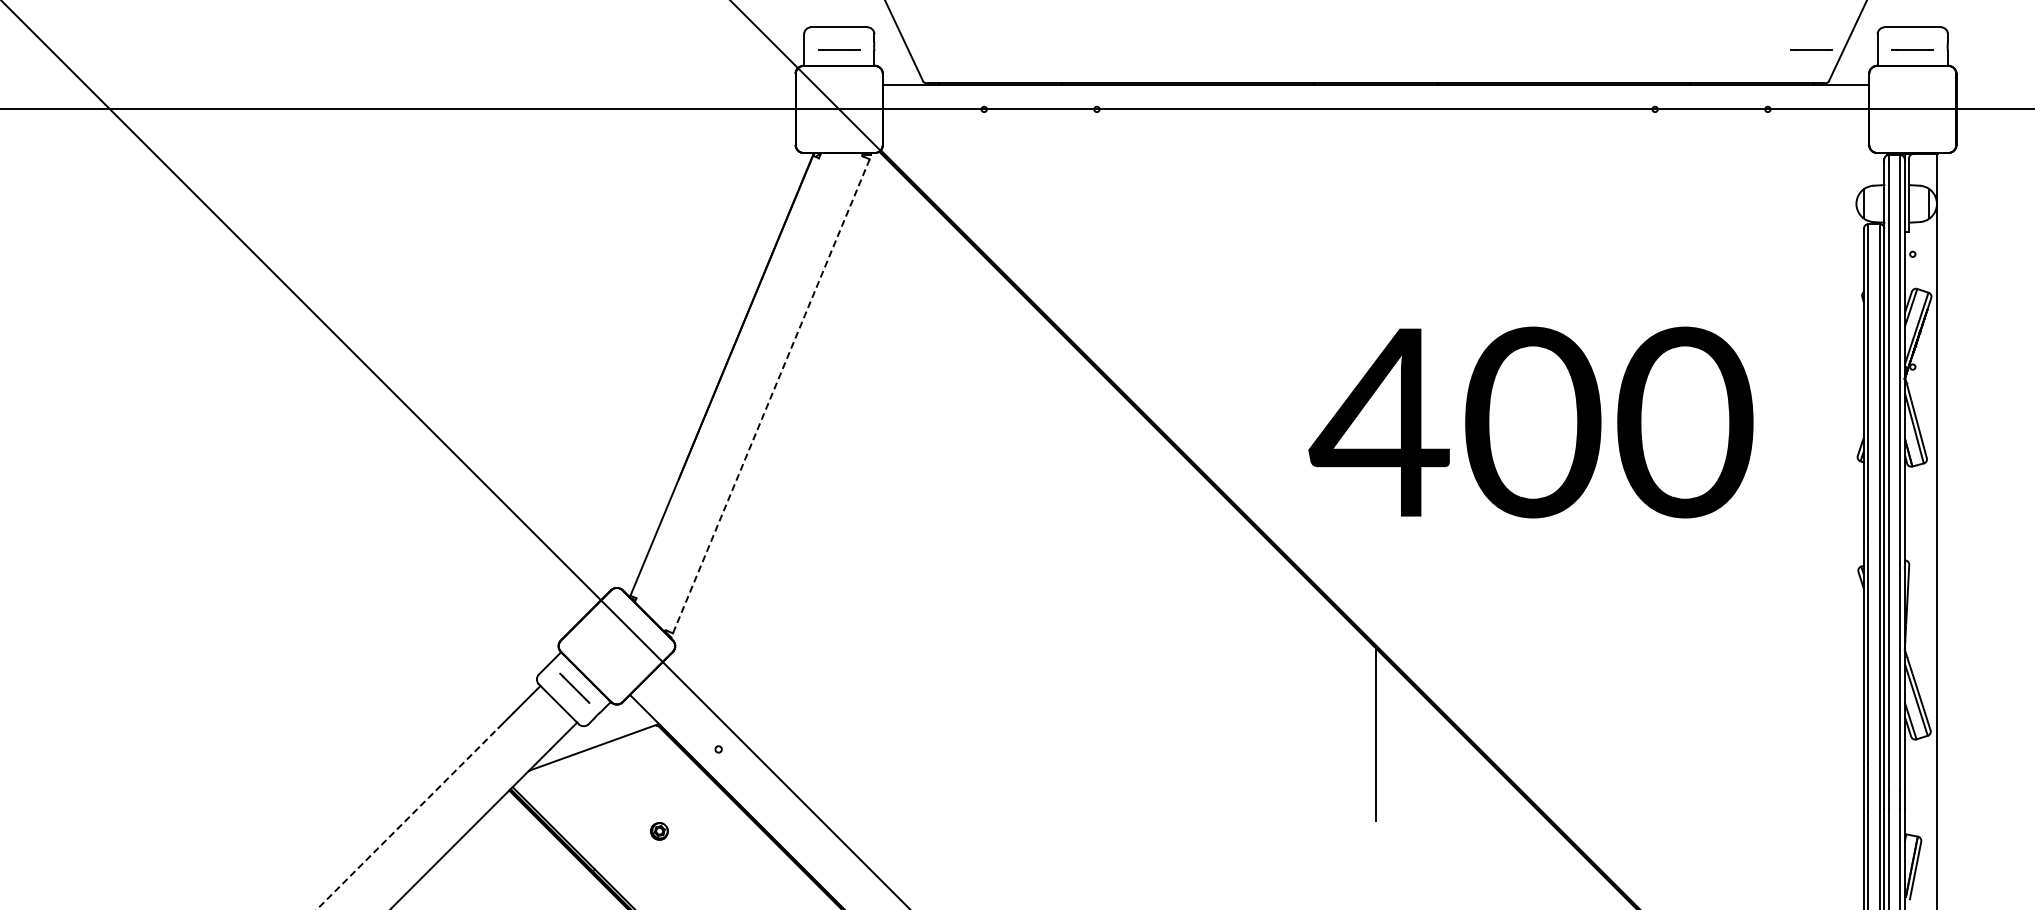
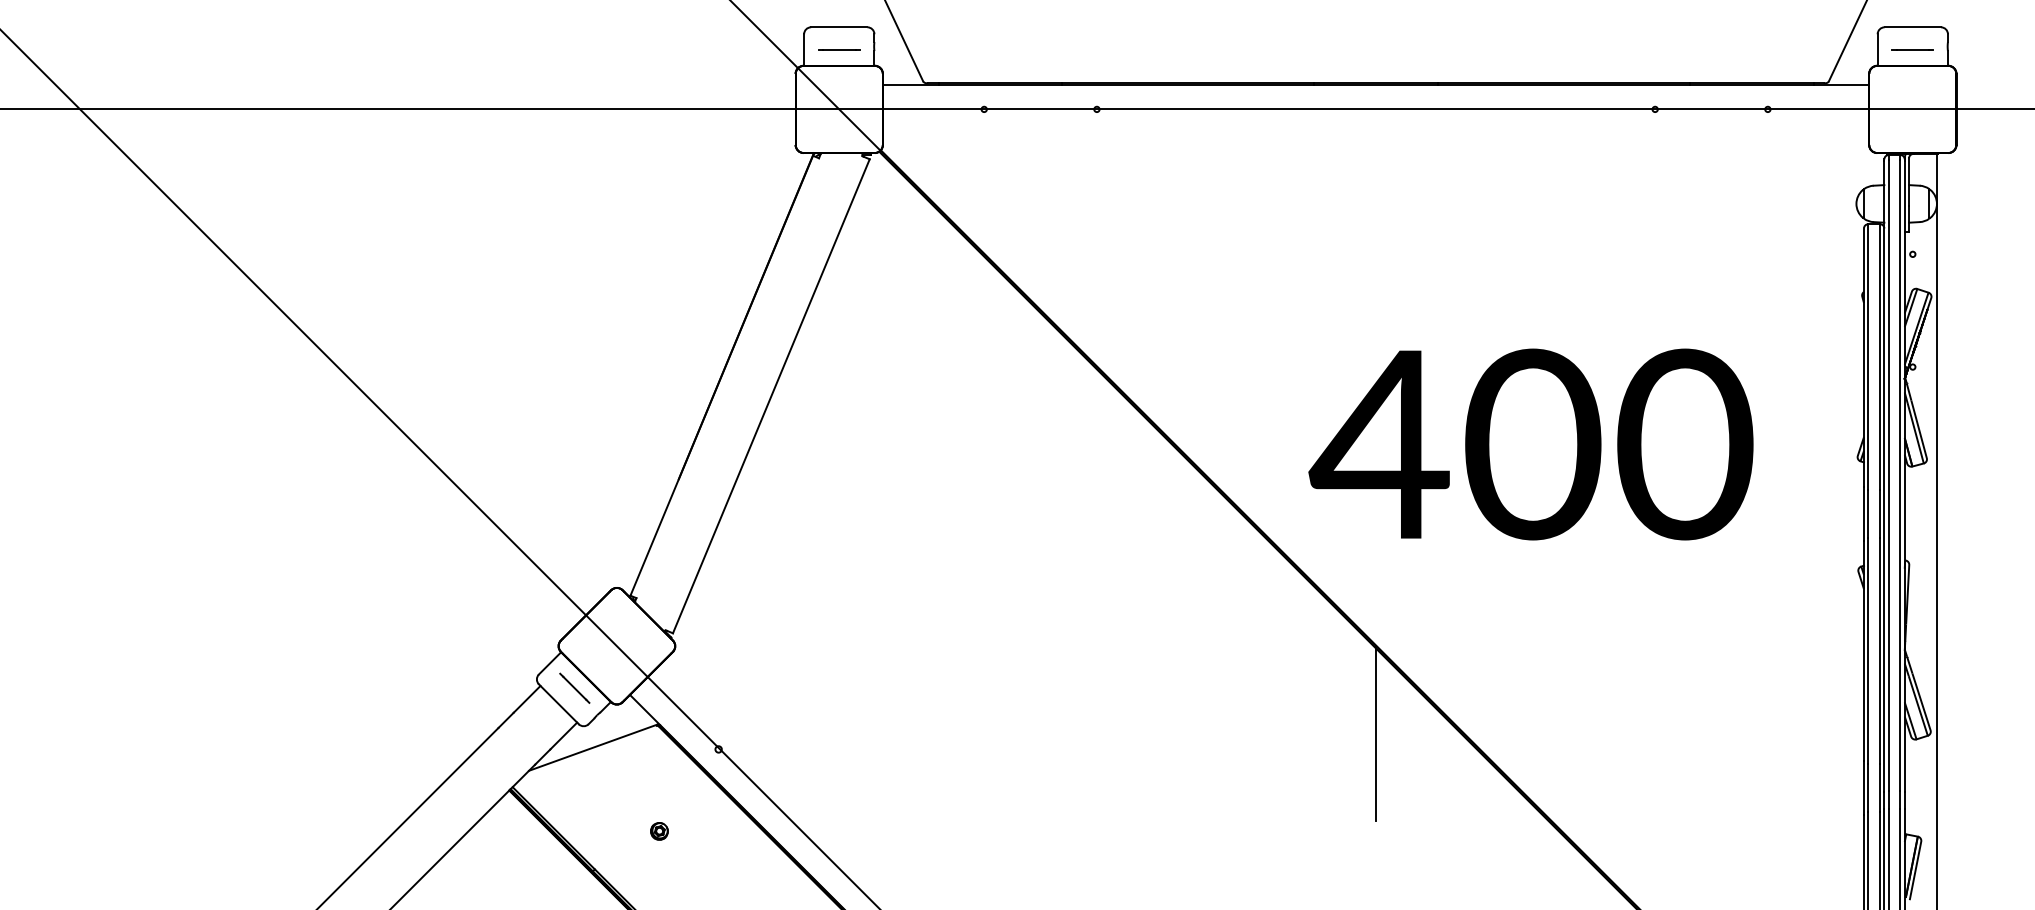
line at (1811, 49): present -> none
line at (771, 396): dashed -> solid
text at (1530, 422) position: (1530, 422) -> (1530, 444)
line at (455, 454) position: (455, 454) -> (439, 468)
line at (408, 818): dashed -> solid
